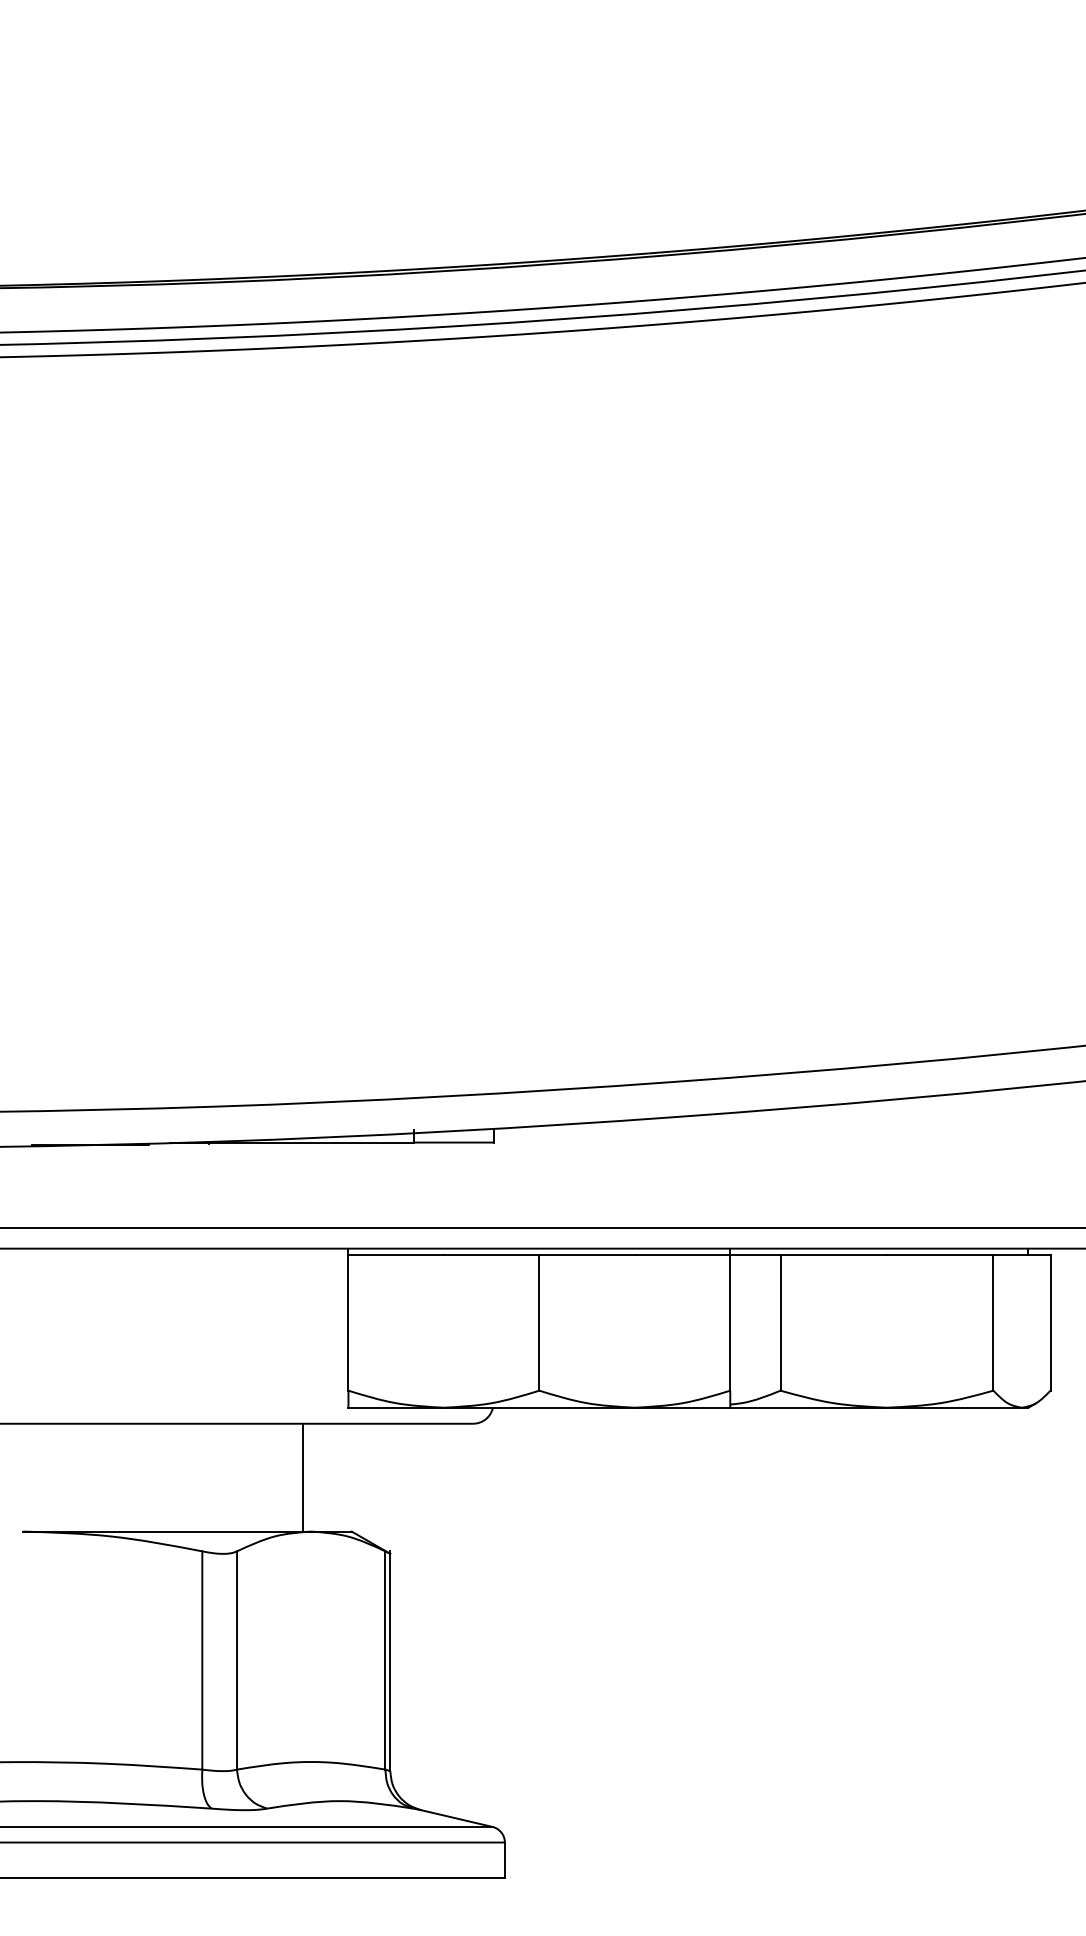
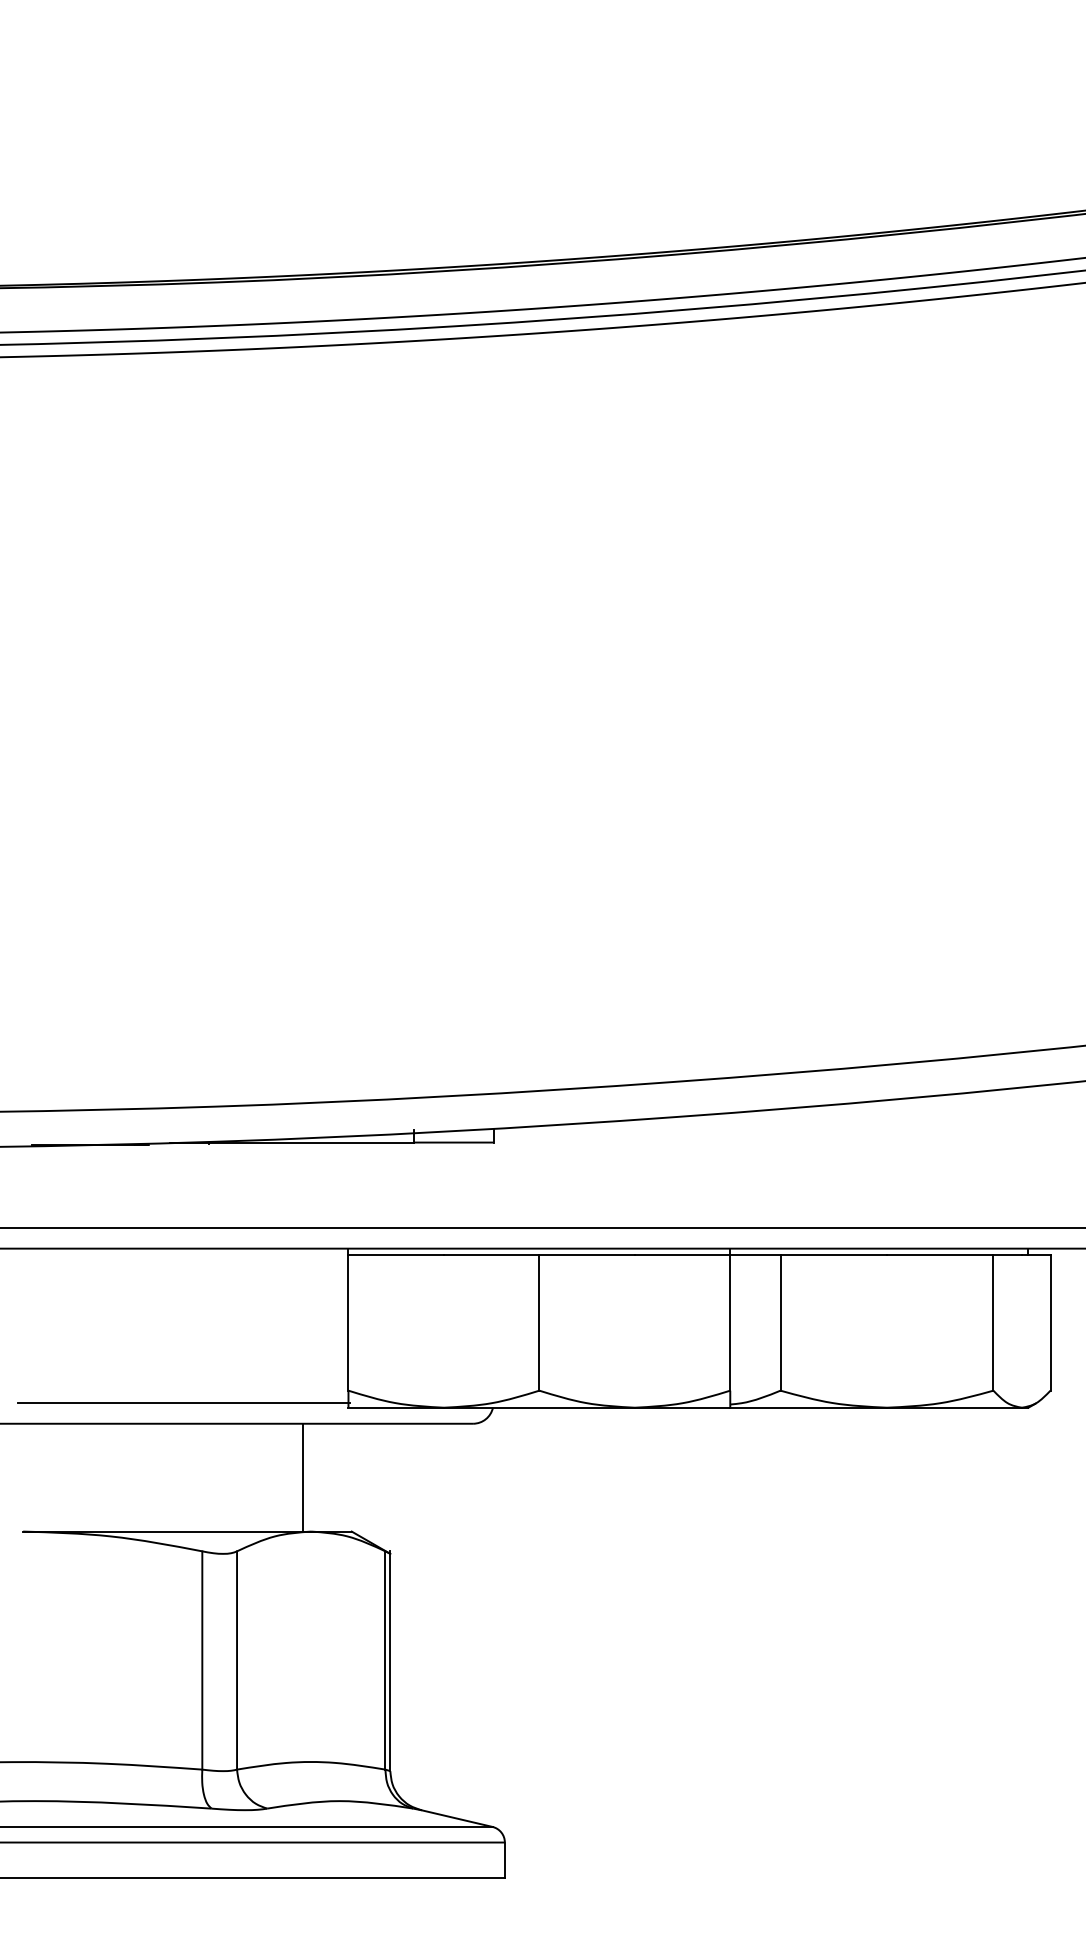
line at (183, 1403): none -> present
